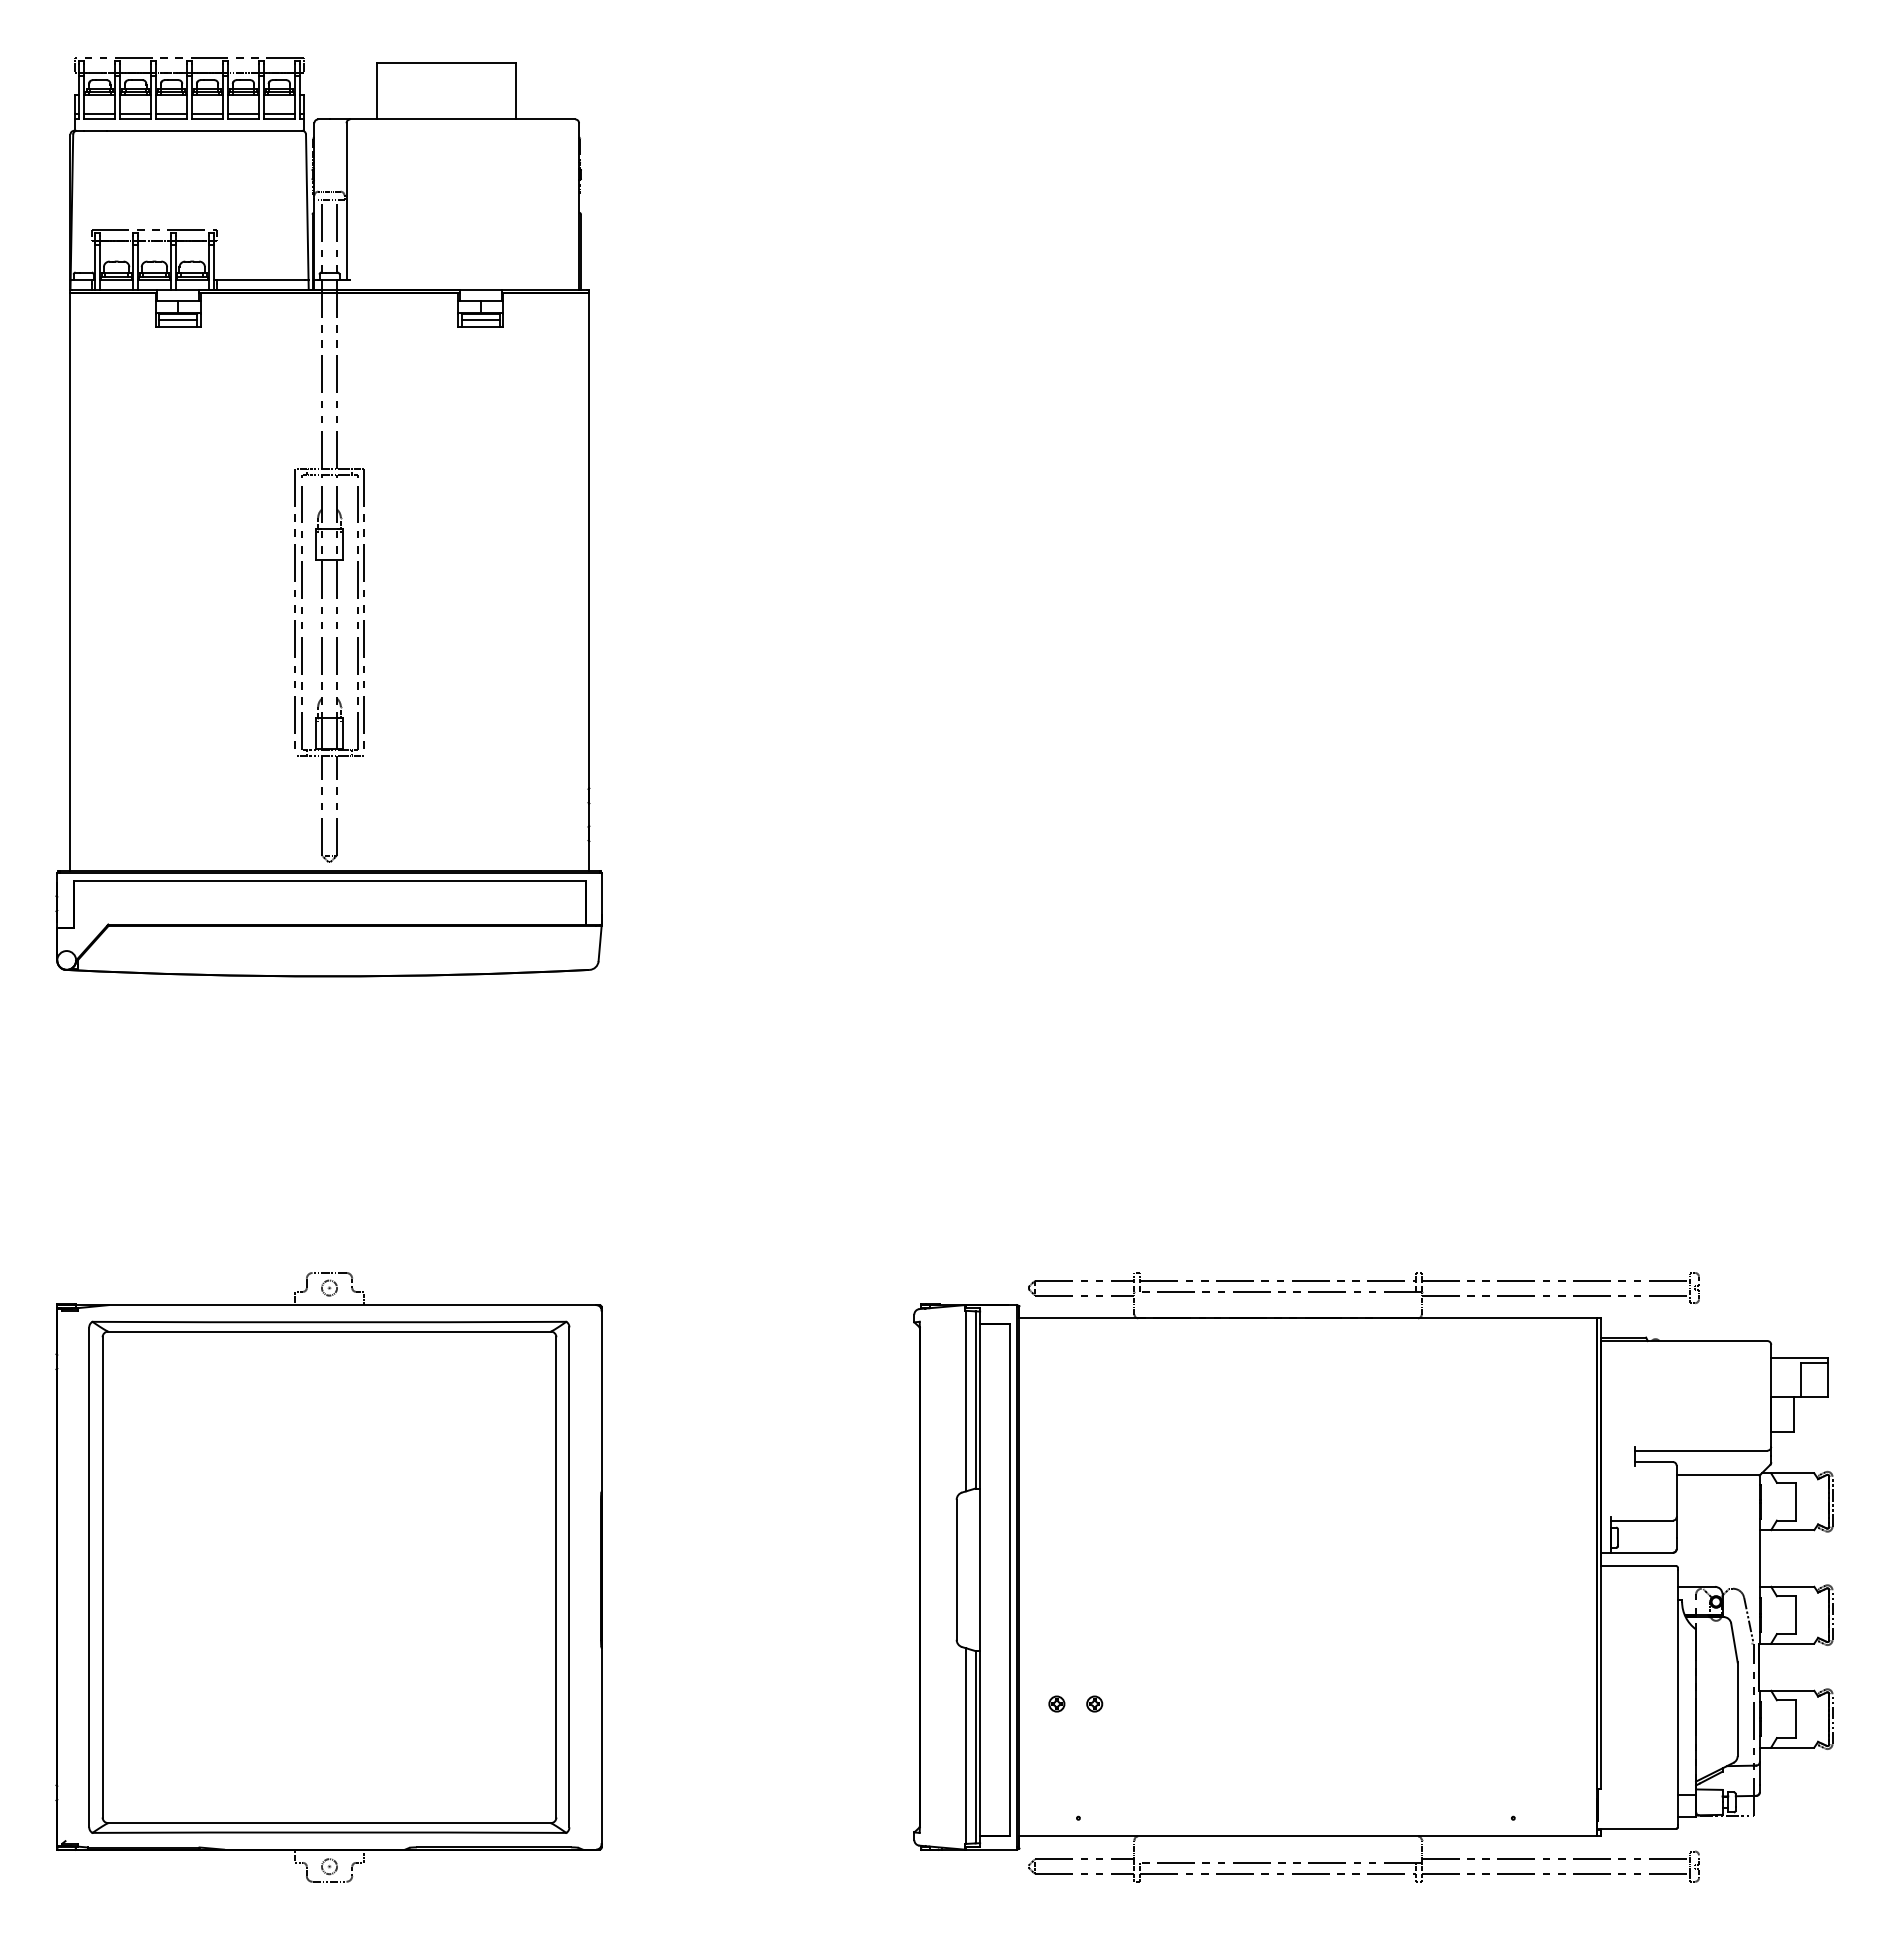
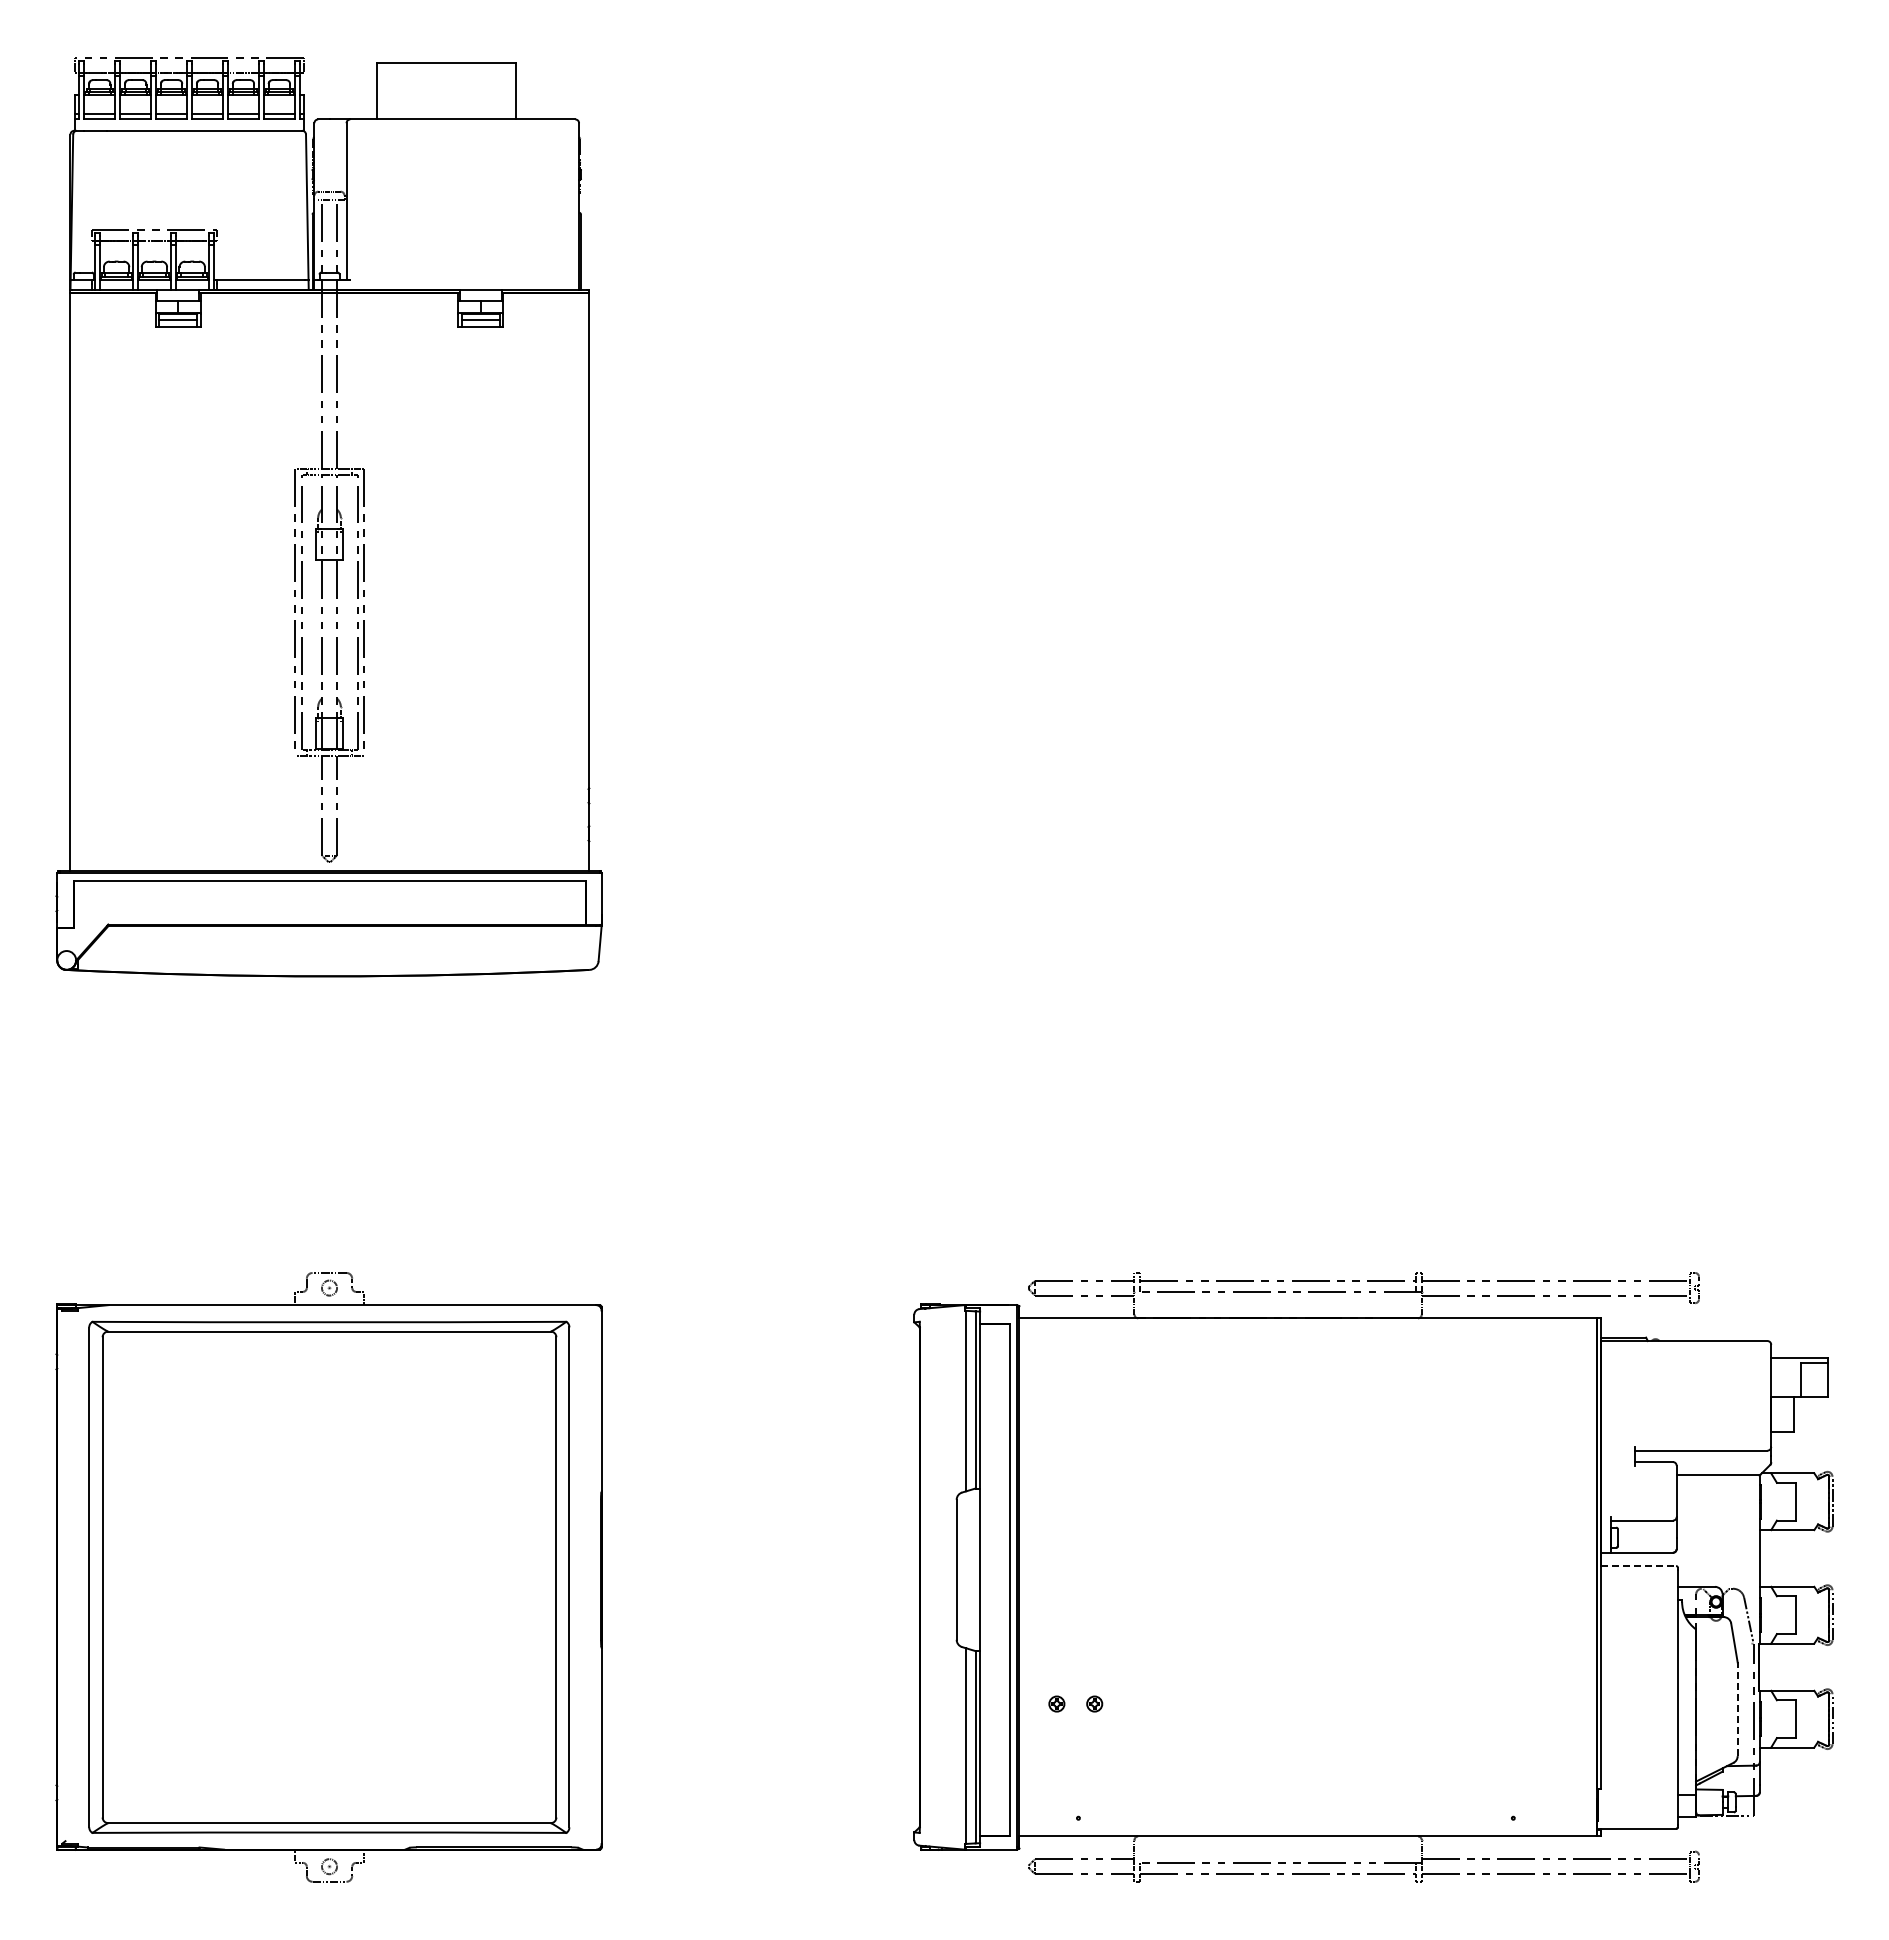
line at (1639, 1566): solid -> dashed
line at (1737, 1709): solid -> dashed
